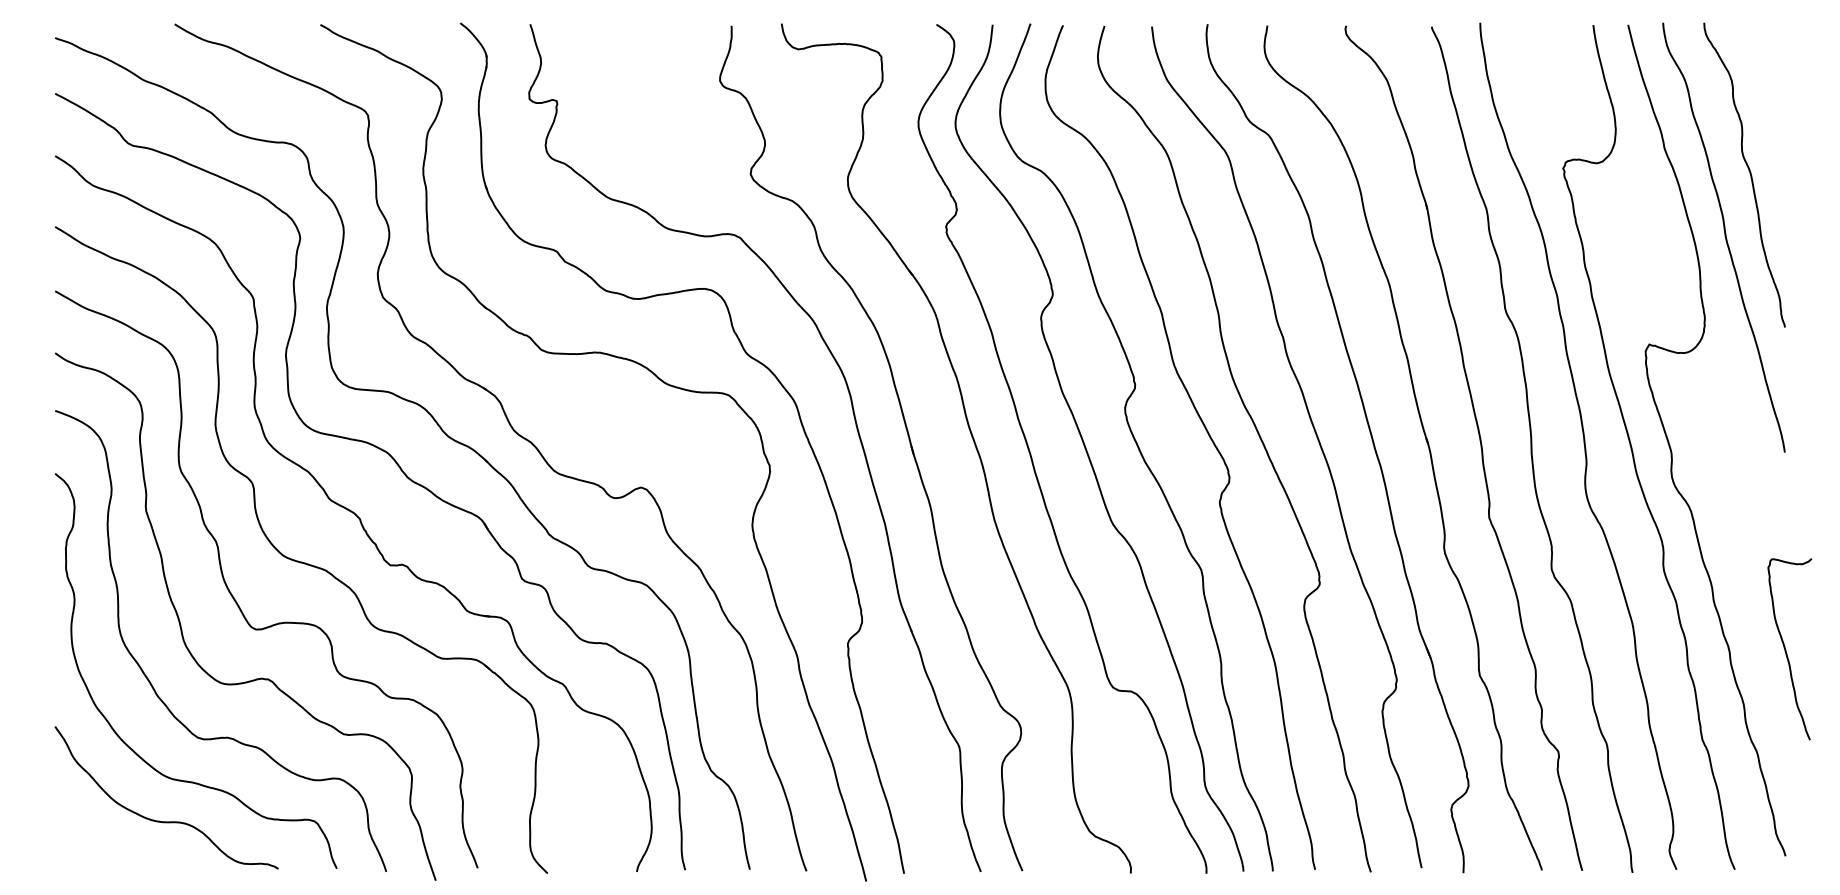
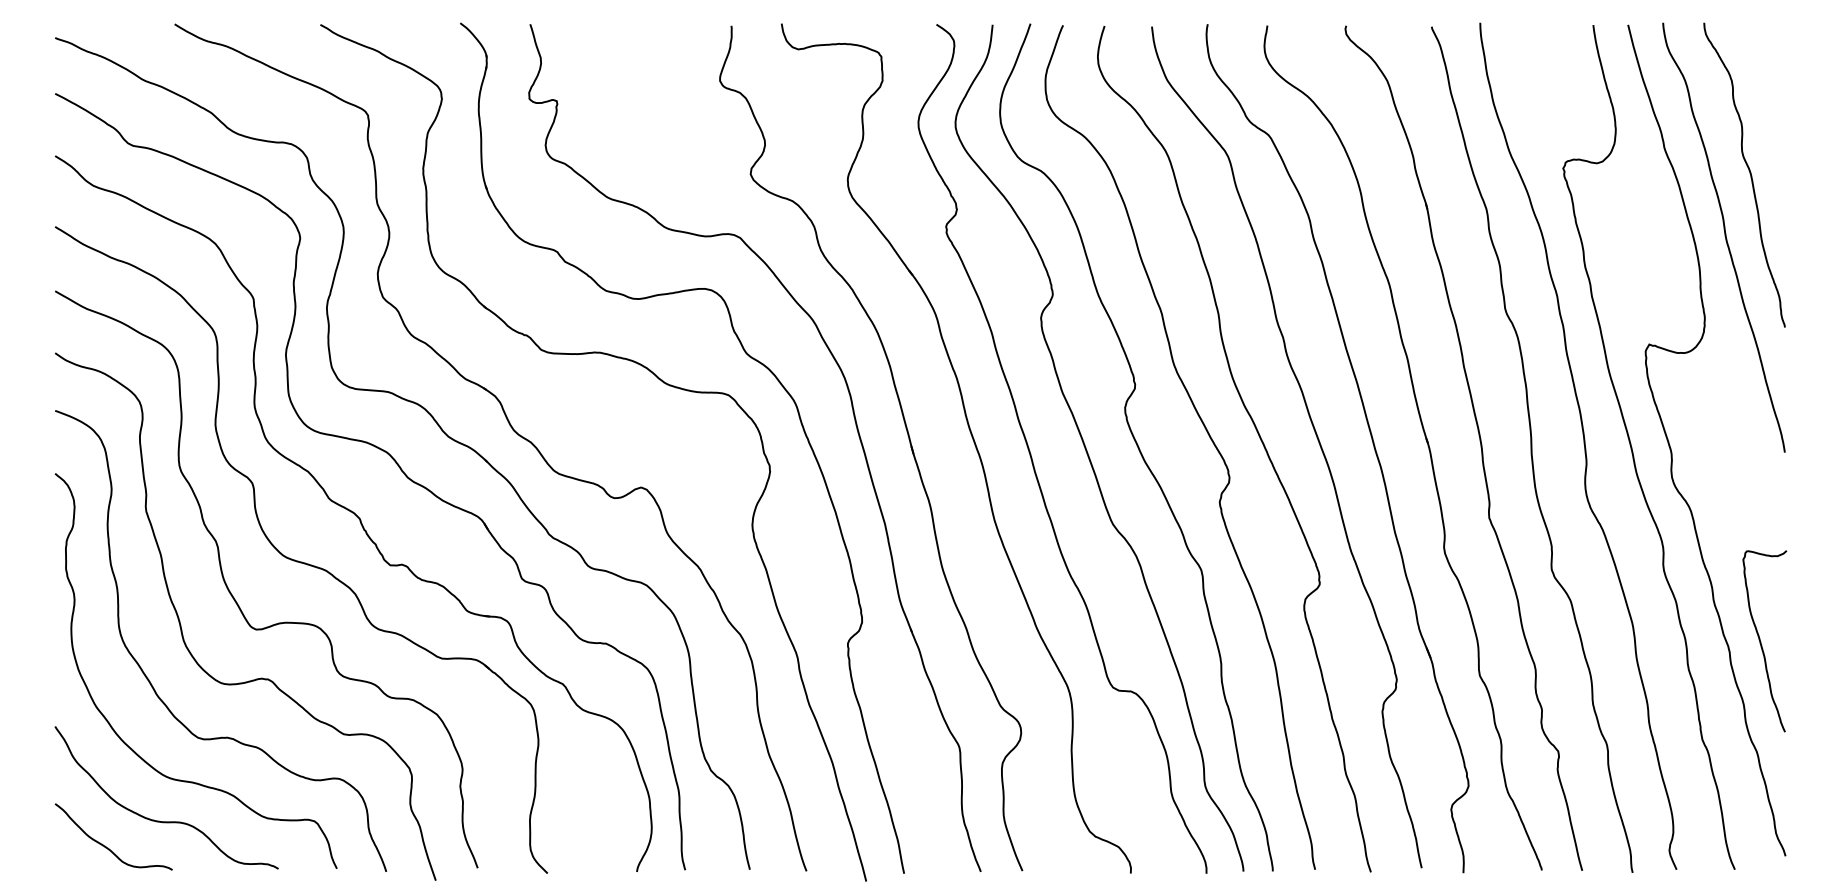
curve at (1786, 649) position: (1786, 649) -> (1761, 641)
curve at (105, 845): none -> present
